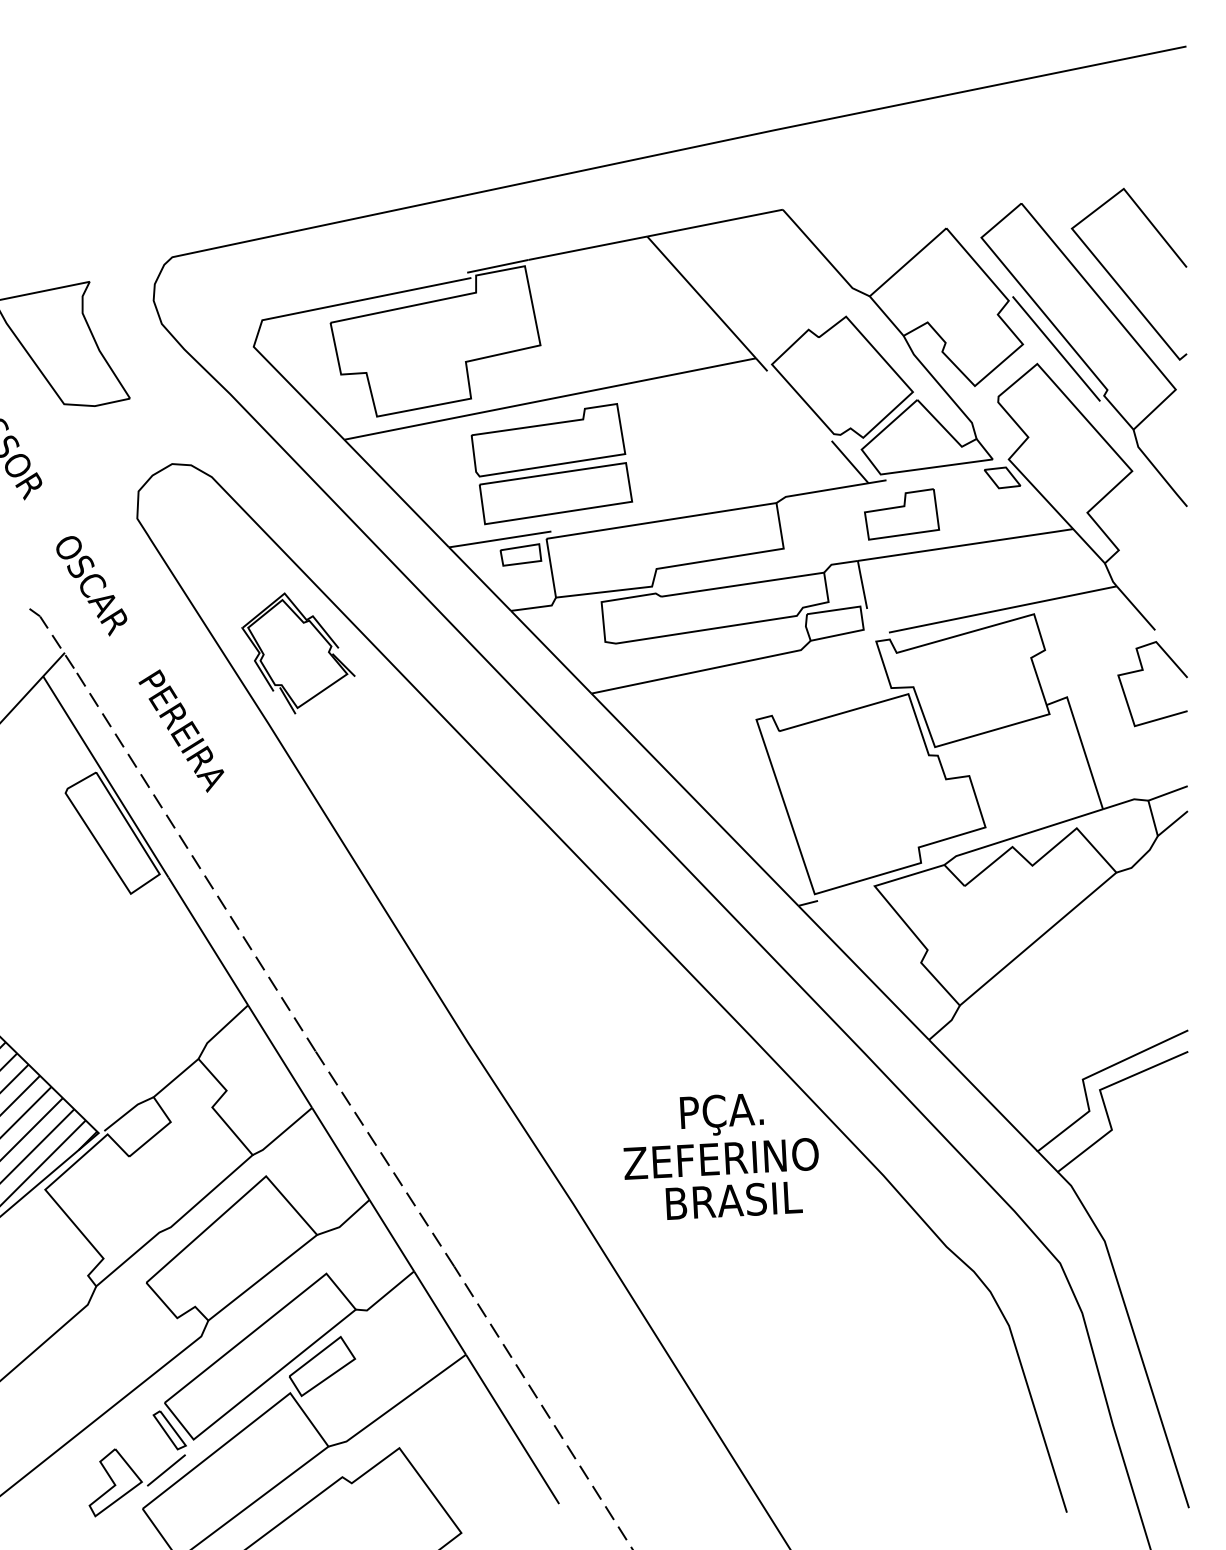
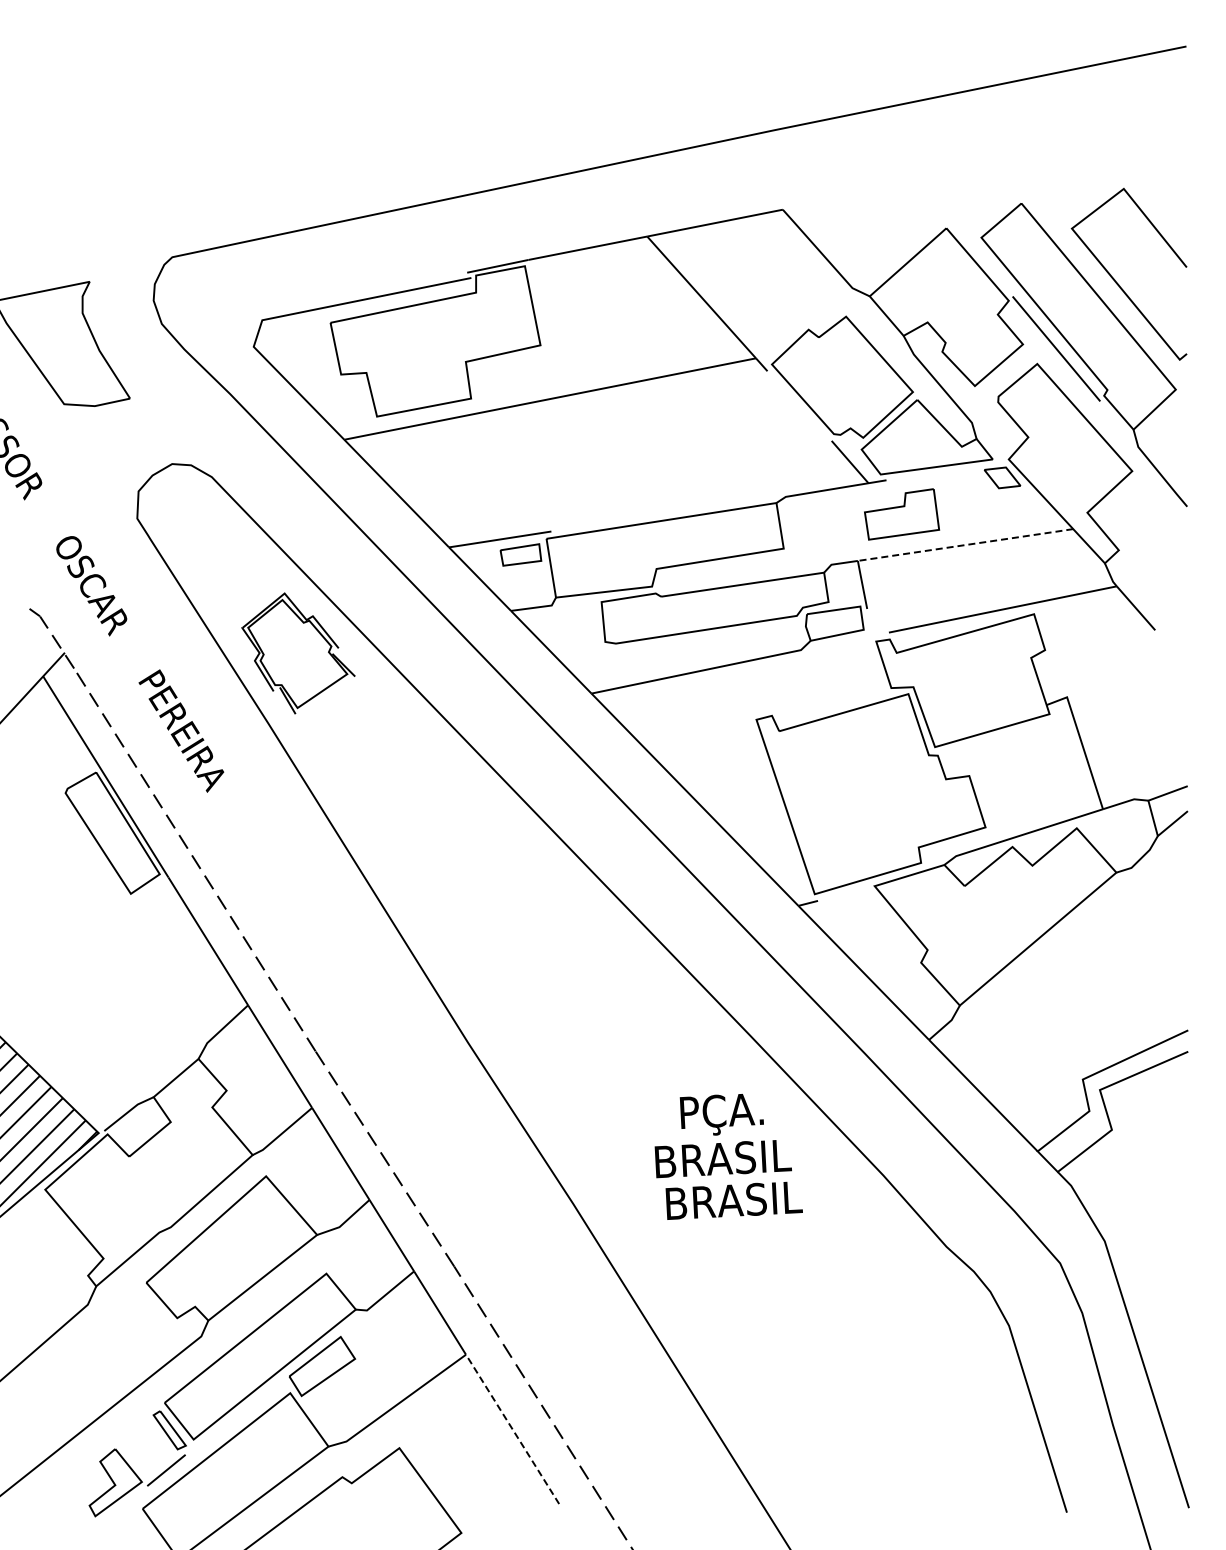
part at (551, 464): present -> none
line at (965, 545): solid -> dashed
curve at (1143, 670): present -> none
text at (720, 1158): ZEFERINO -> BRASIL
line at (512, 1429): solid -> dashed
